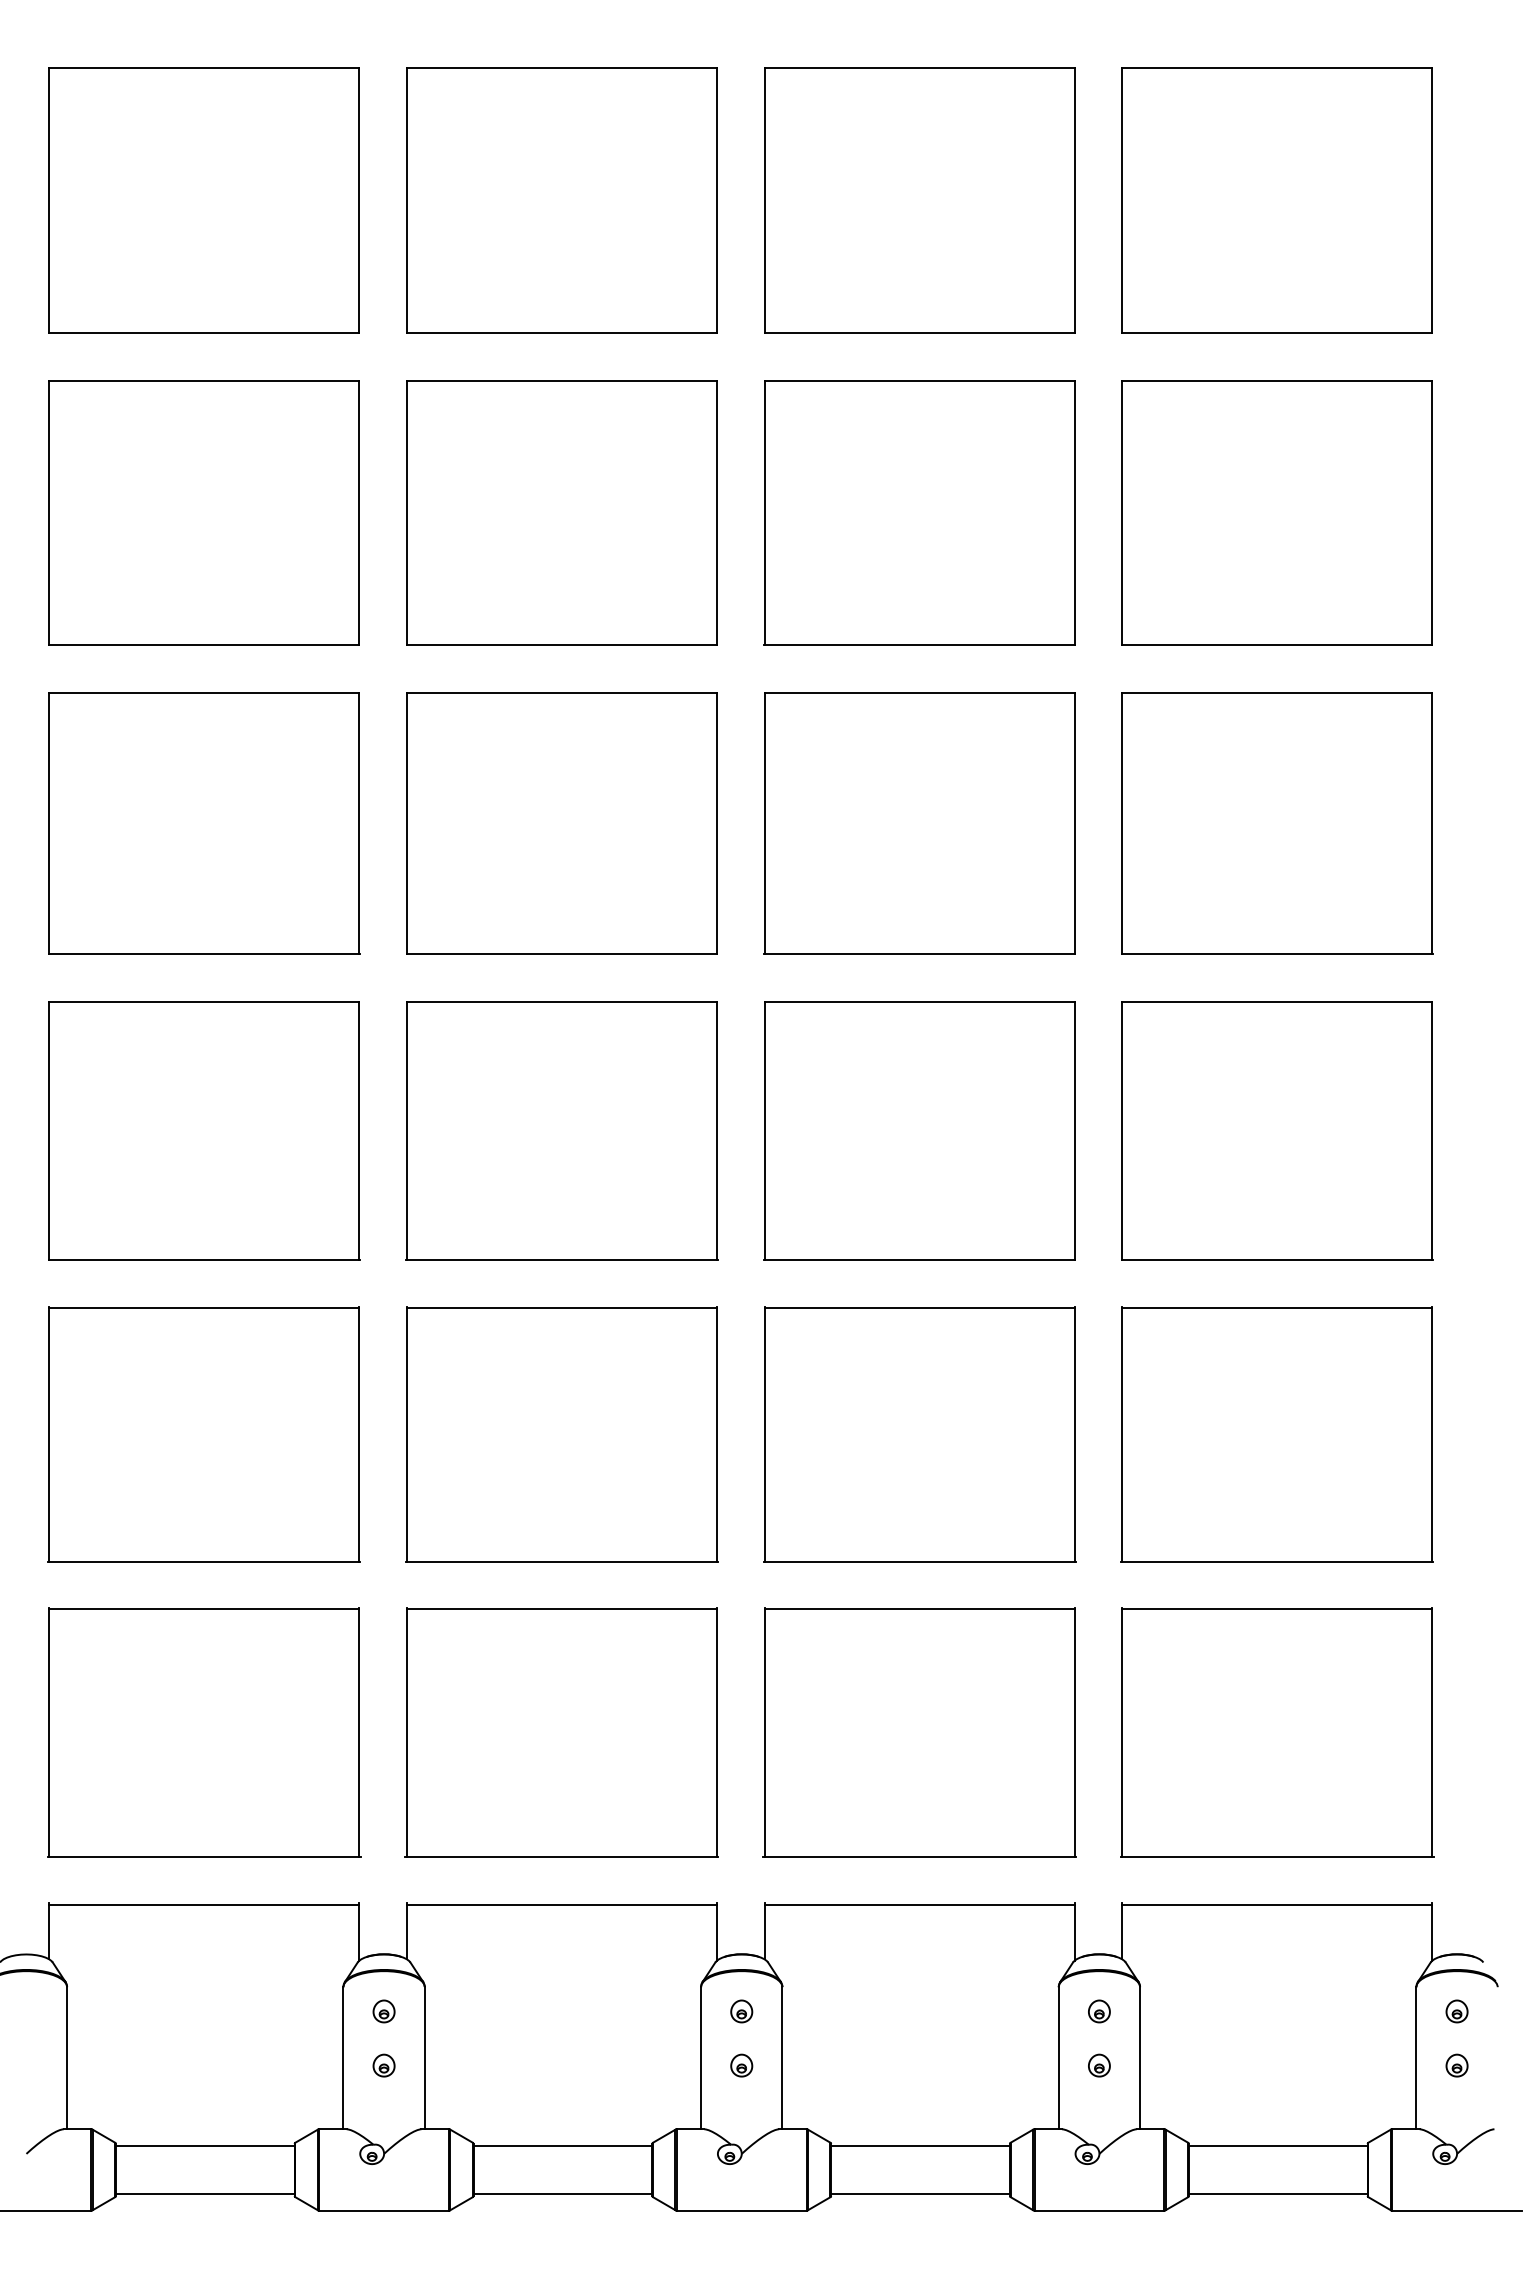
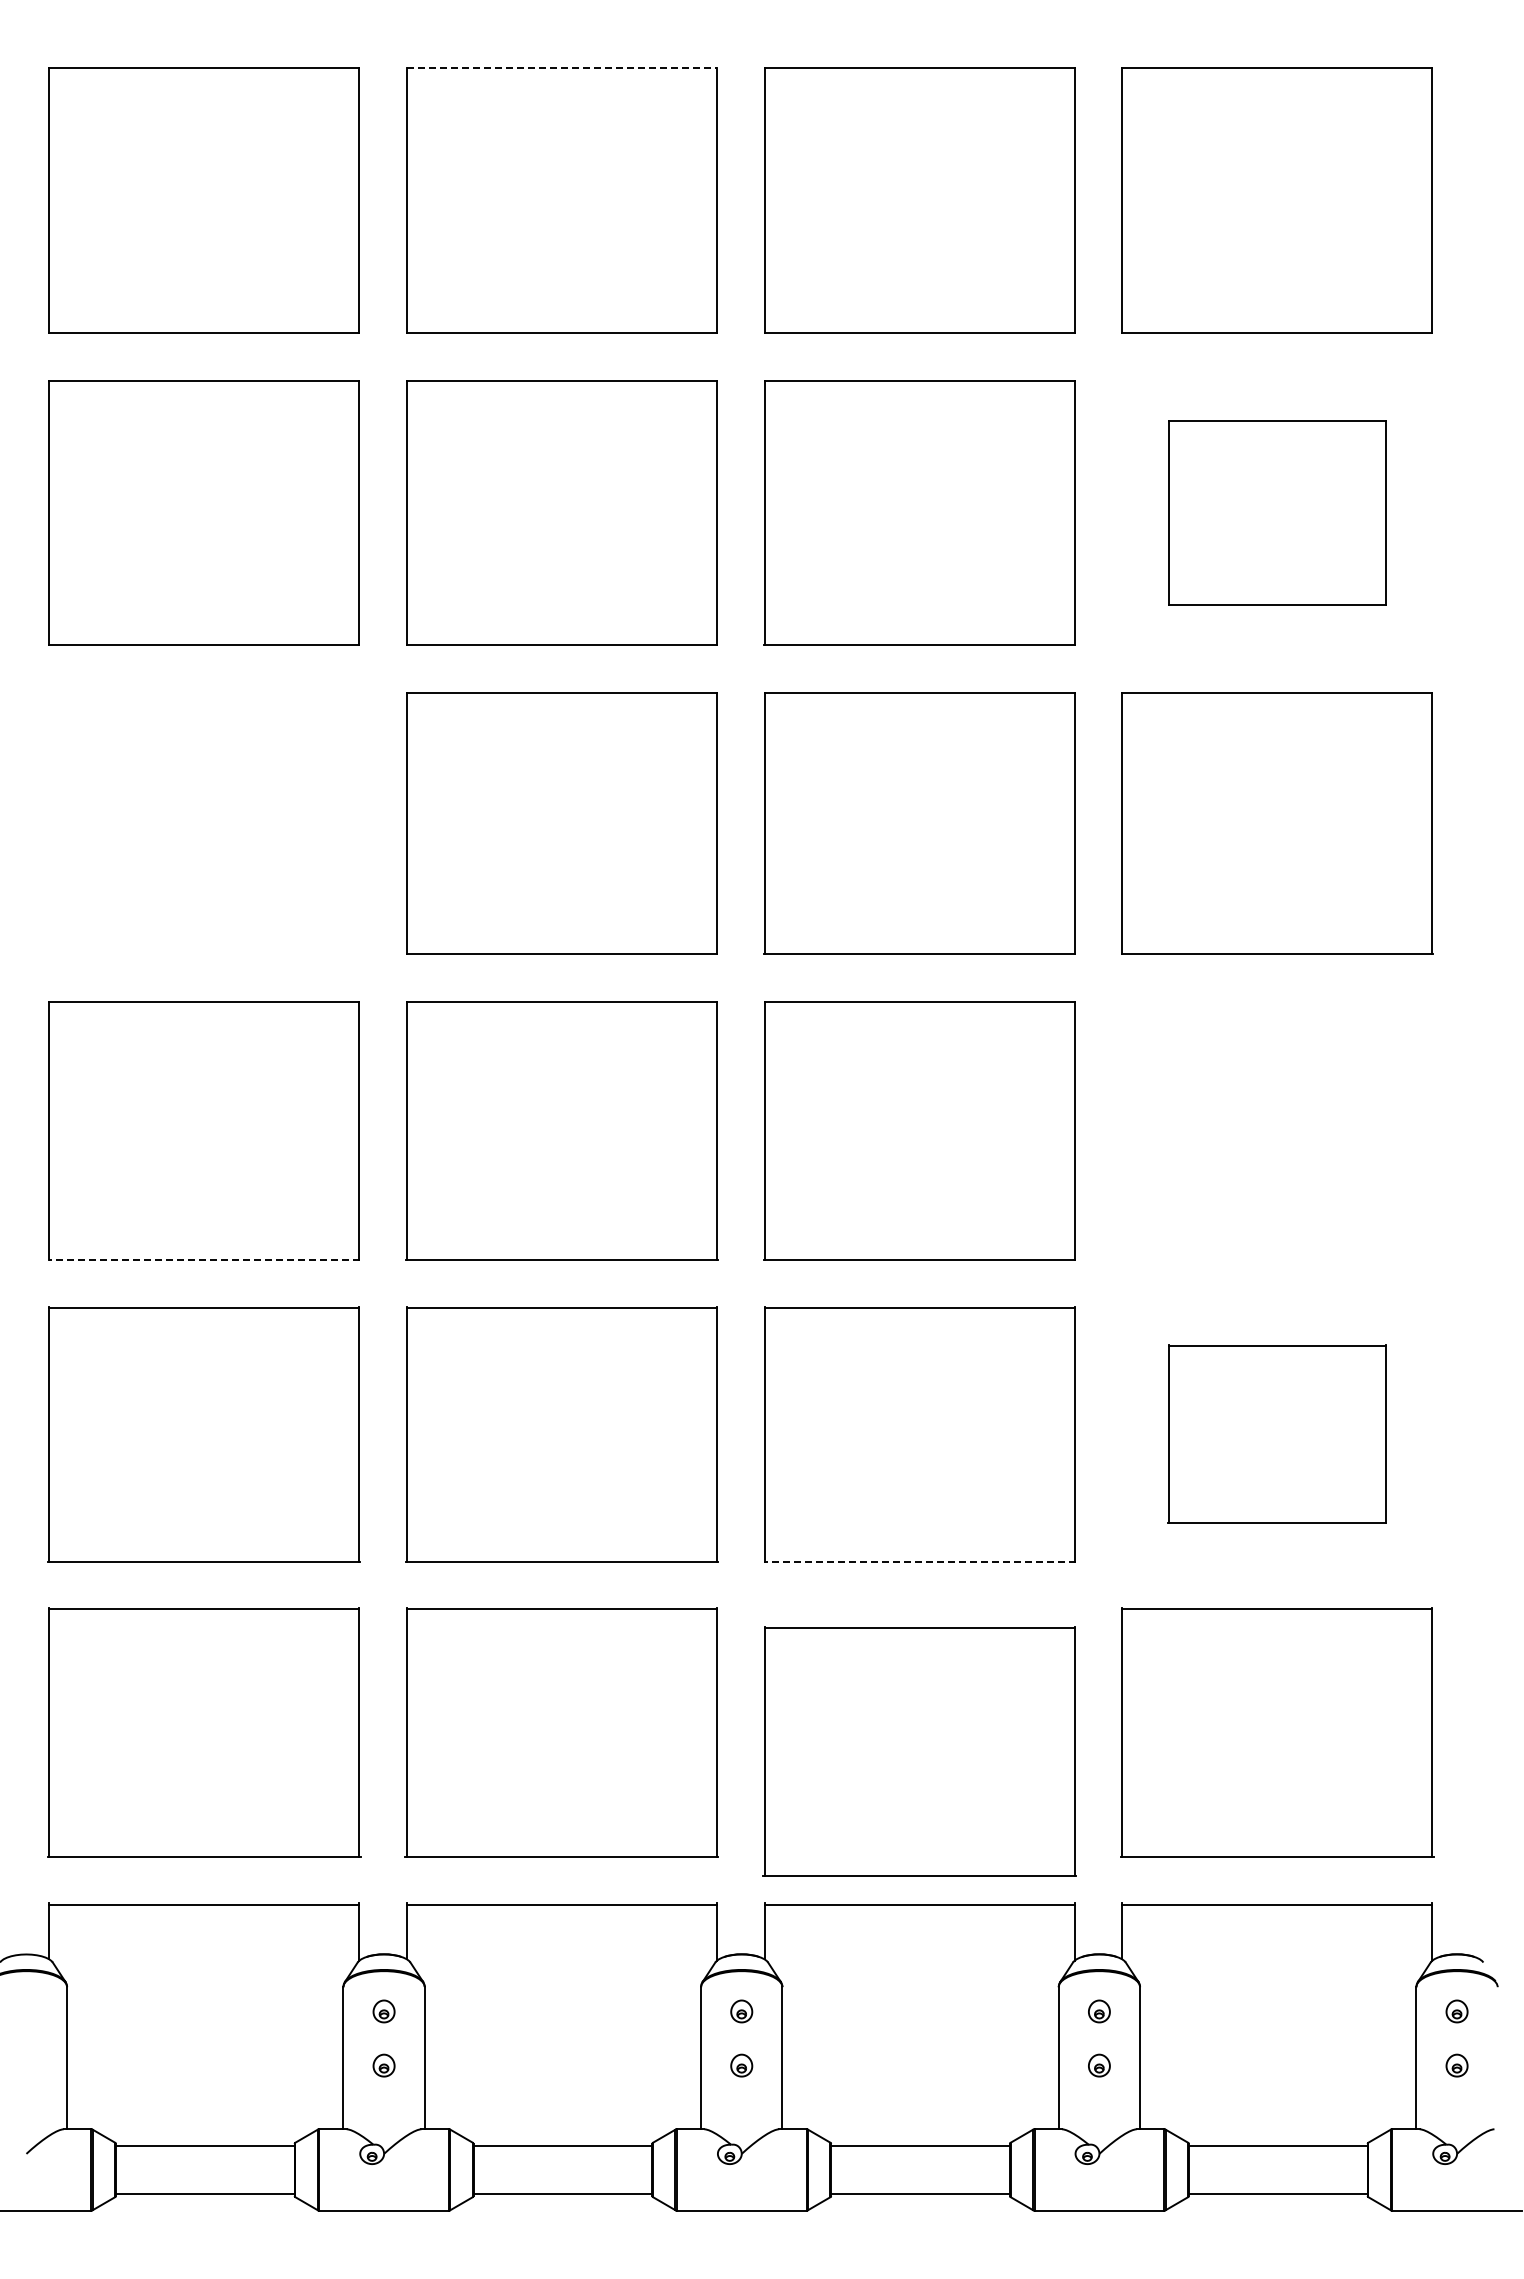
line at (561, 68): solid -> dashed
part at (1276, 512) size: 312x266 px -> 219x186 px
part at (204, 823): present -> none
part at (1277, 1130): present -> none
line at (204, 1260): solid -> dashed
part at (1276, 1434) size: 314x257 px -> 220x180 px
line at (919, 1561): solid -> dashed
part at (919, 1732) position: (919, 1732) -> (919, 1751)
